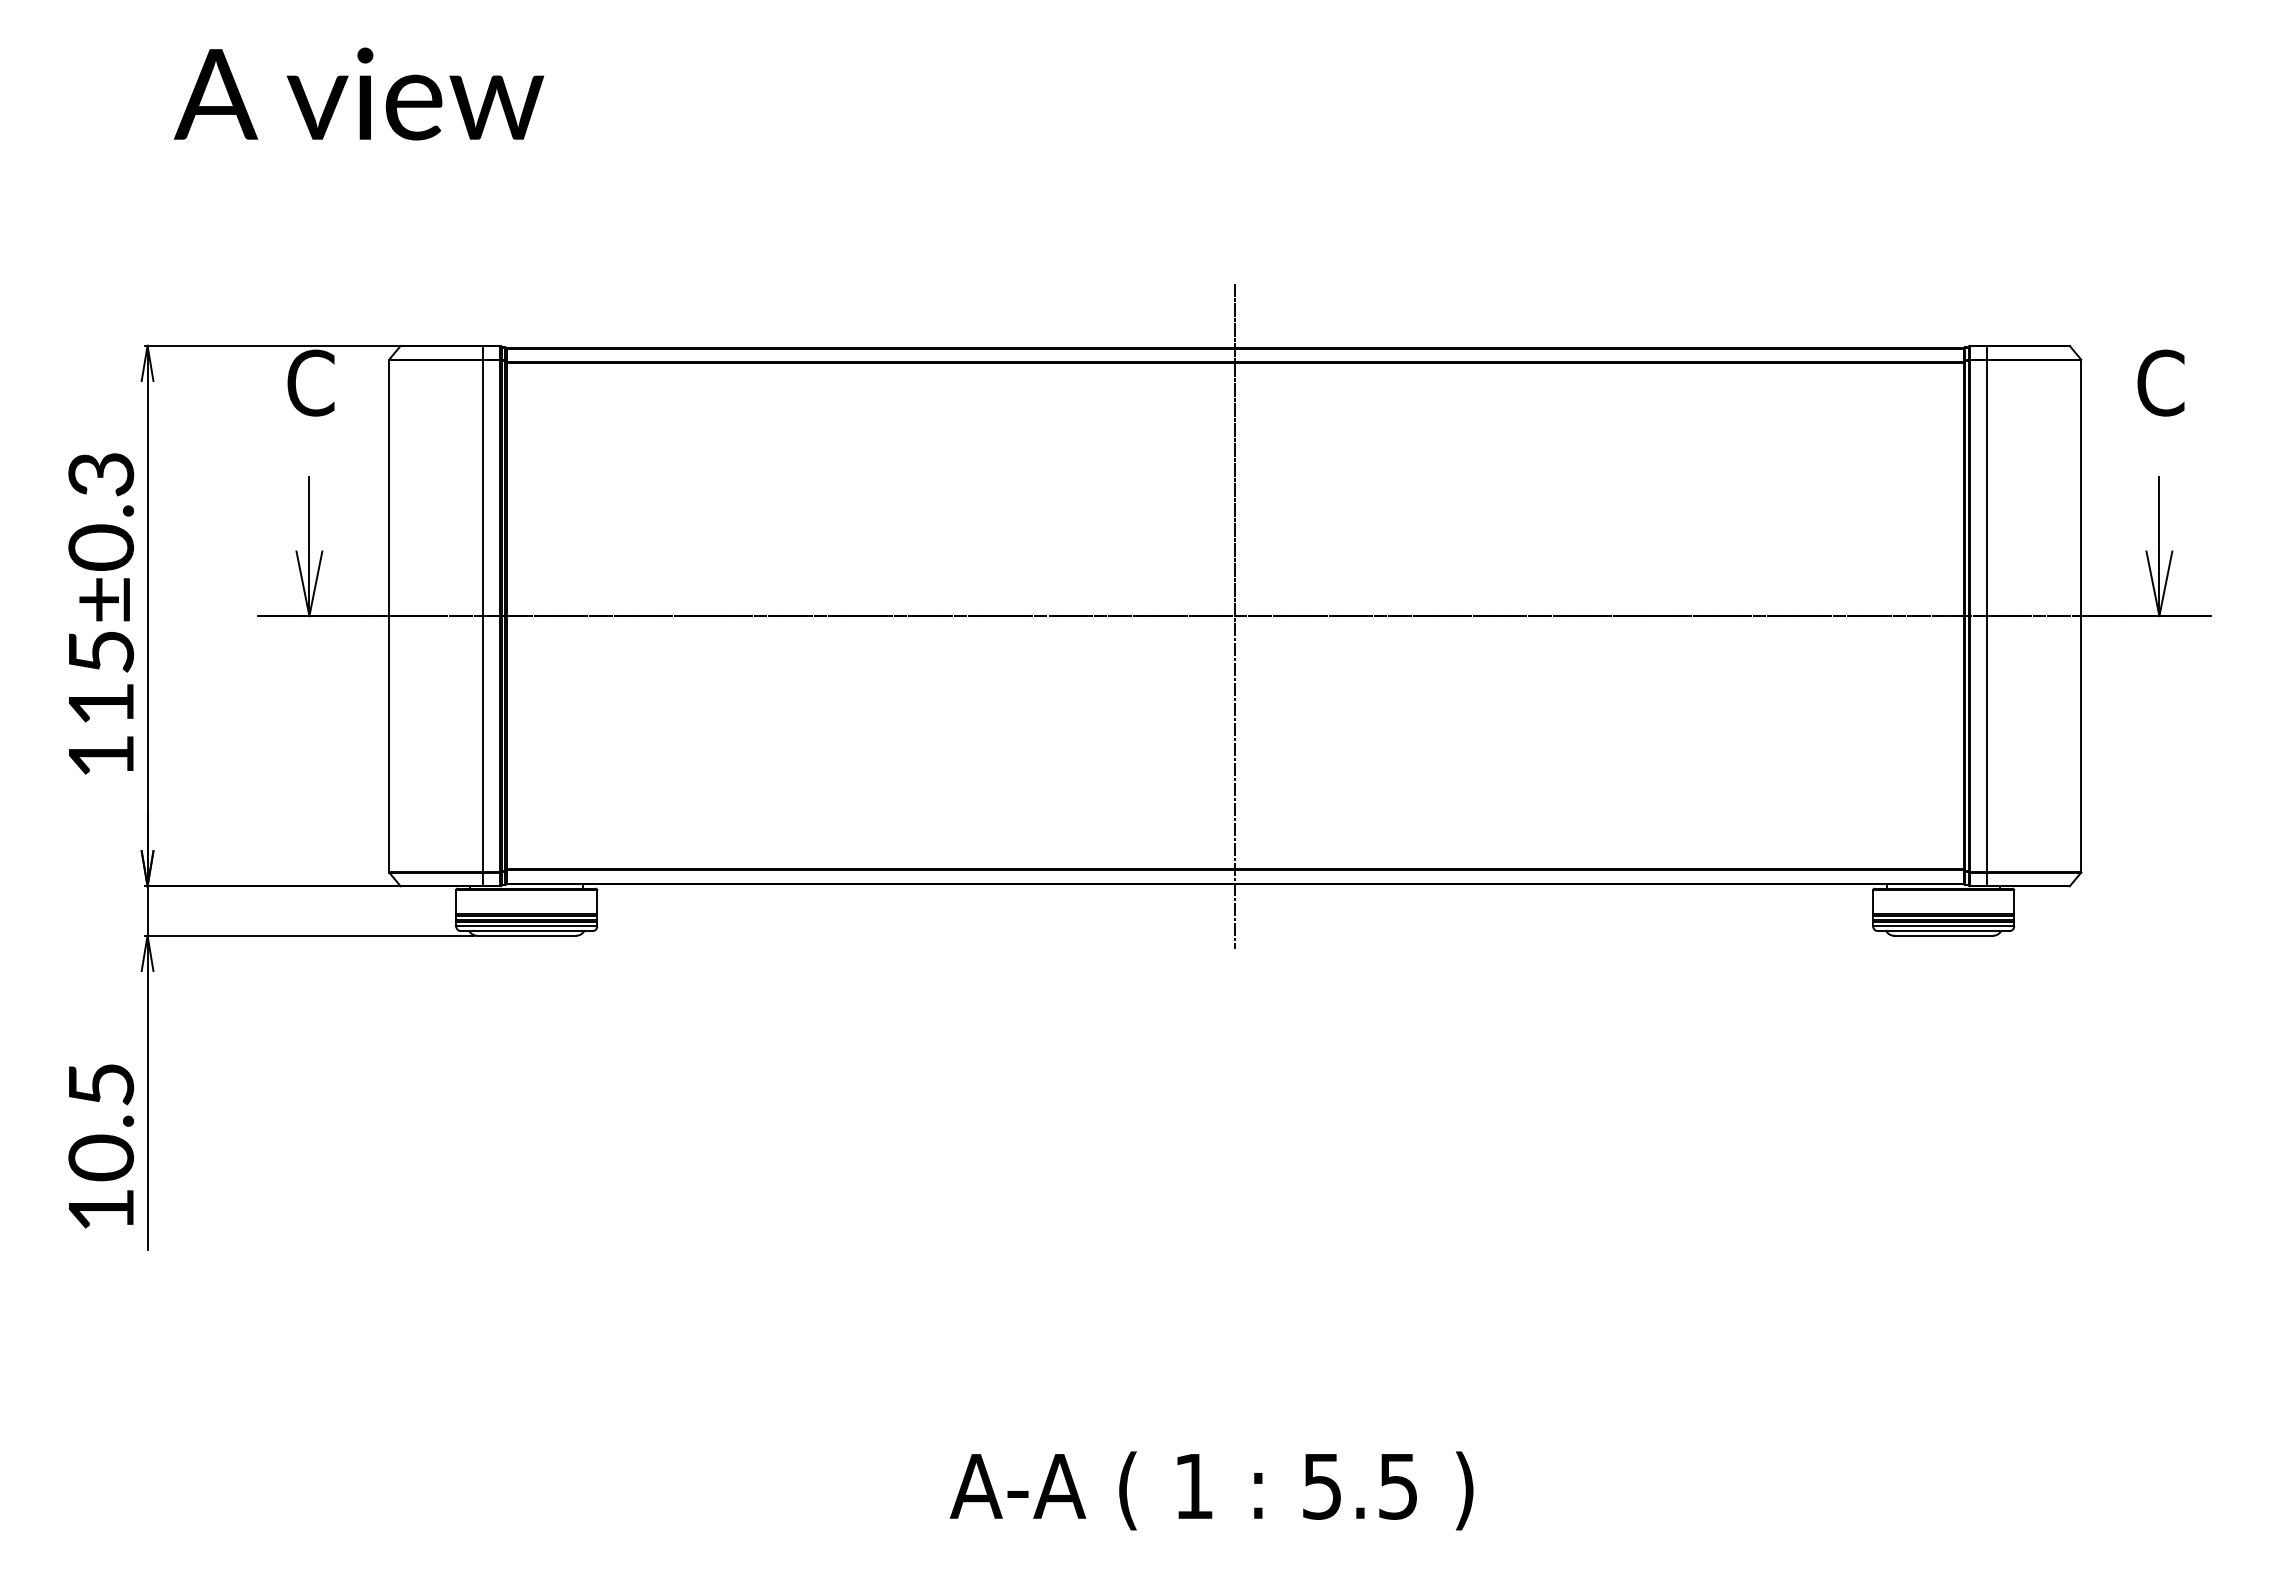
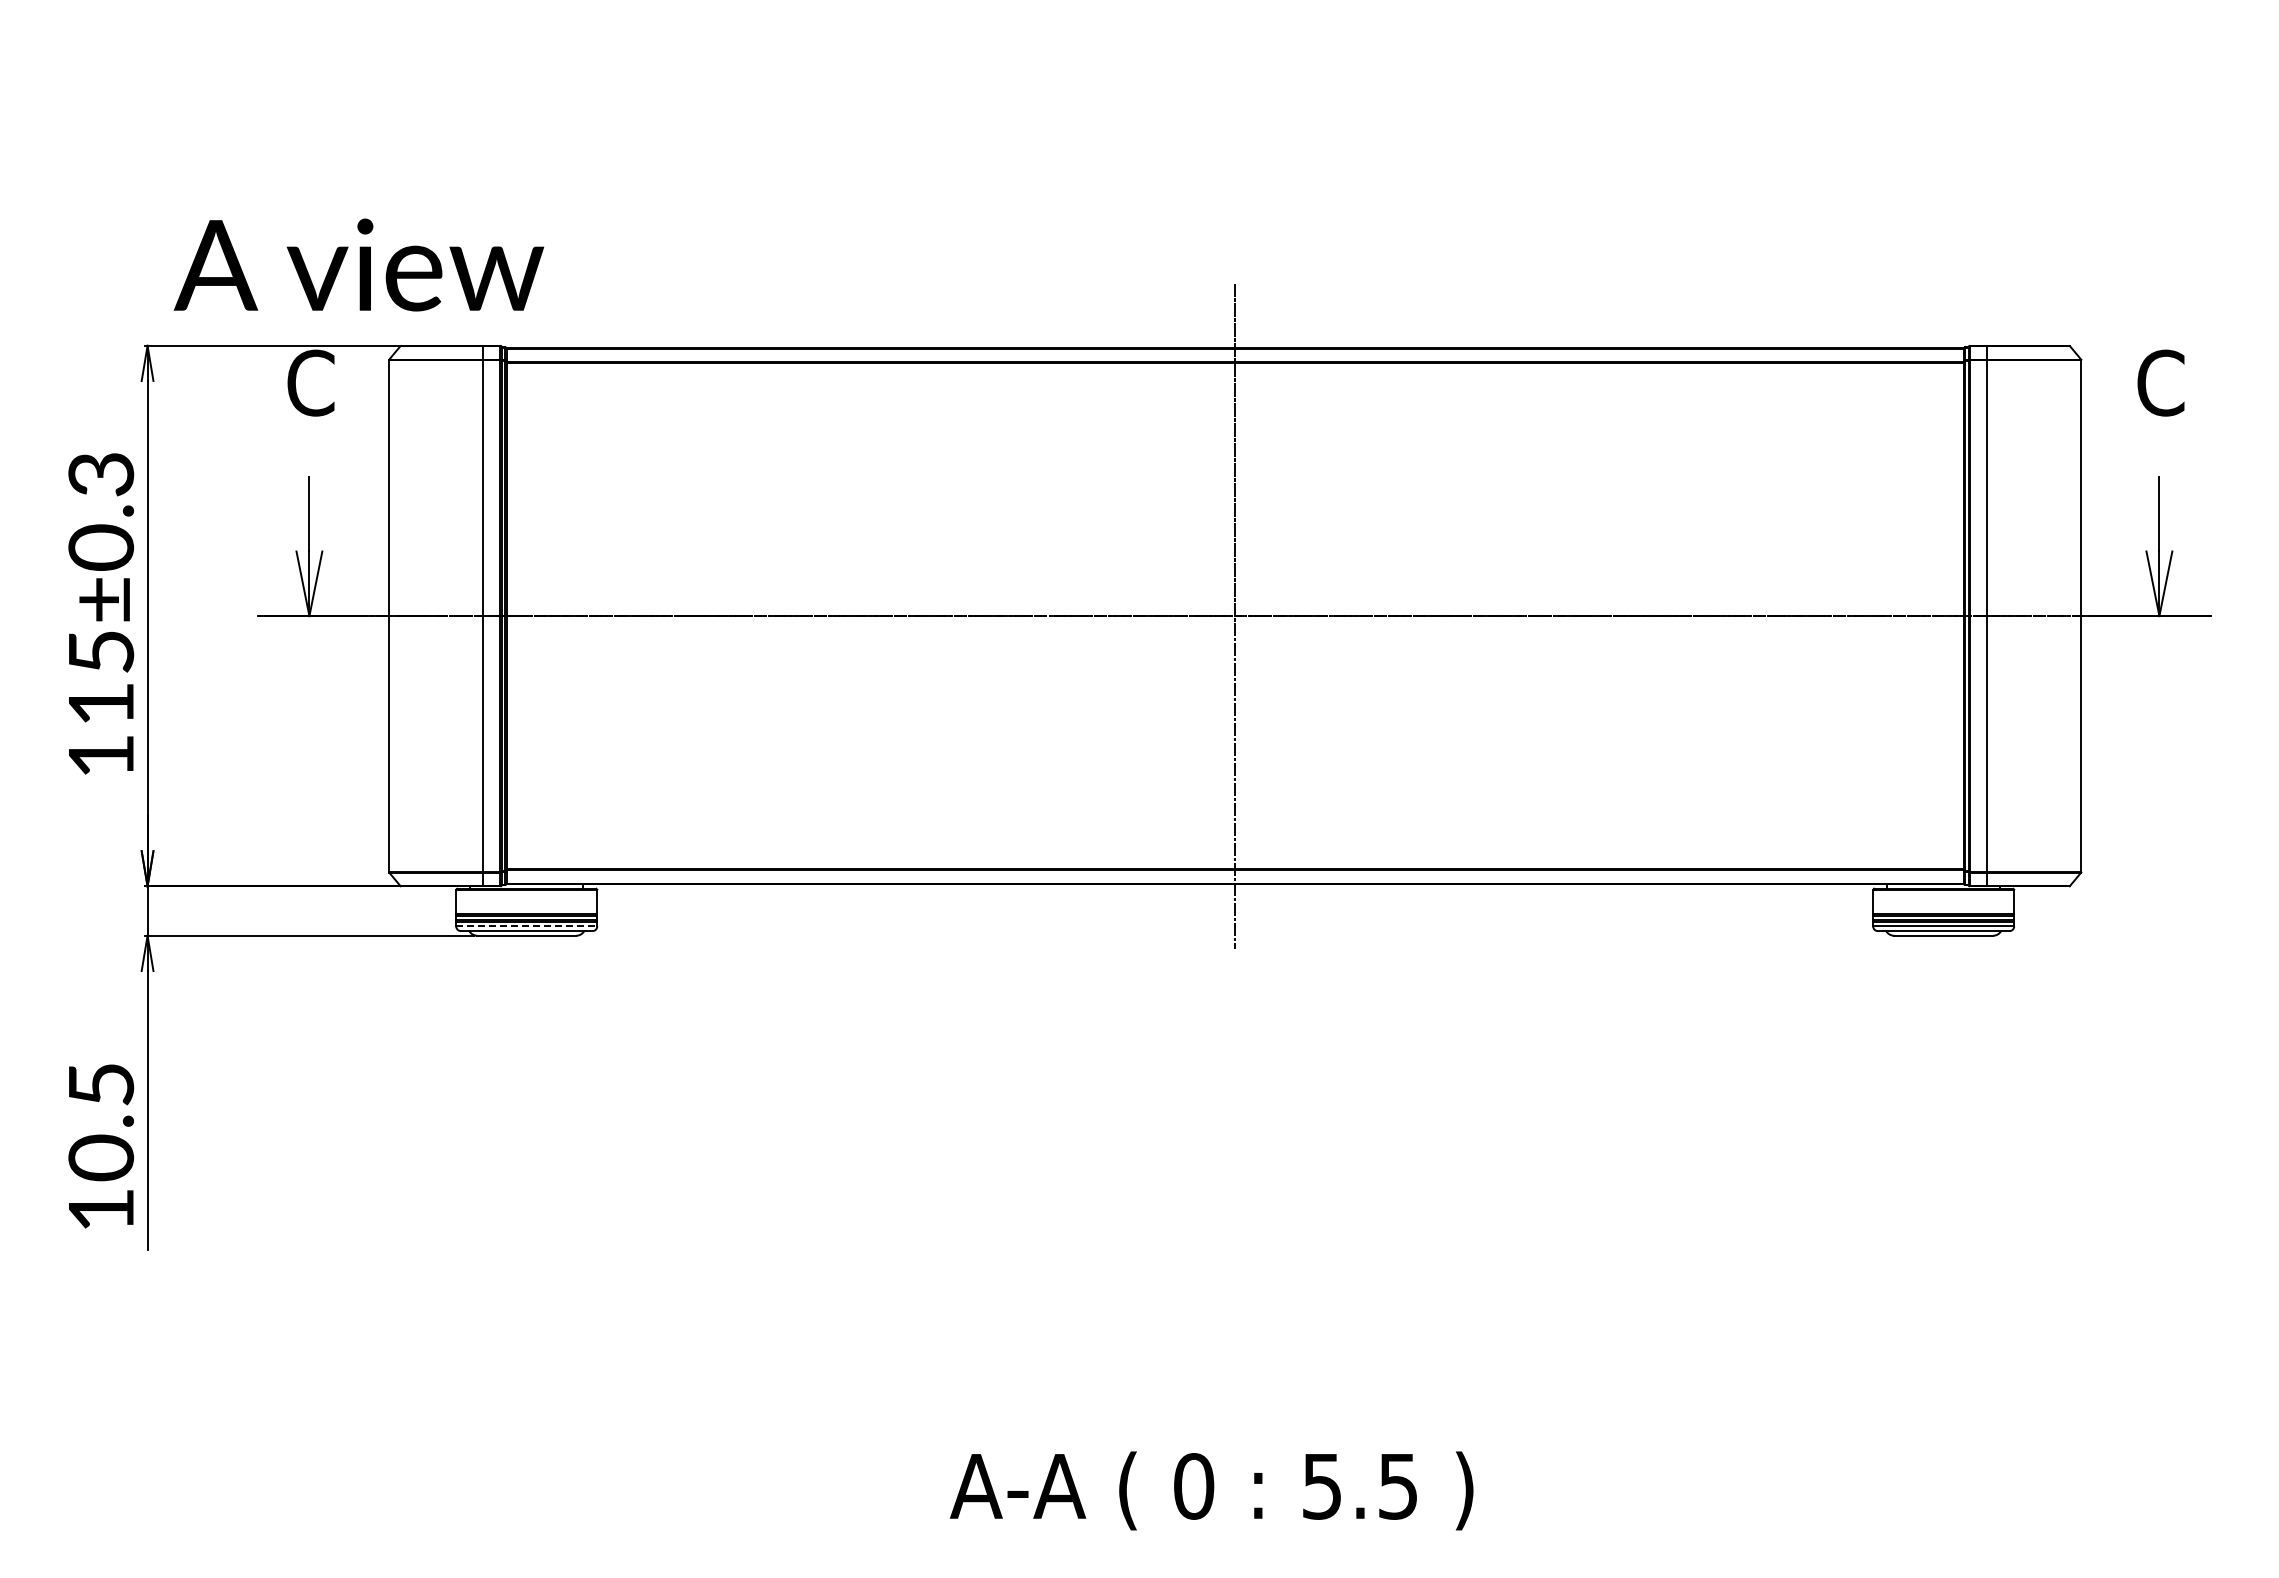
text at (358, 93) position: (358, 93) -> (358, 264)
line at (526, 926): solid -> dashed
text at (1194, 1486): 1 -> 0
